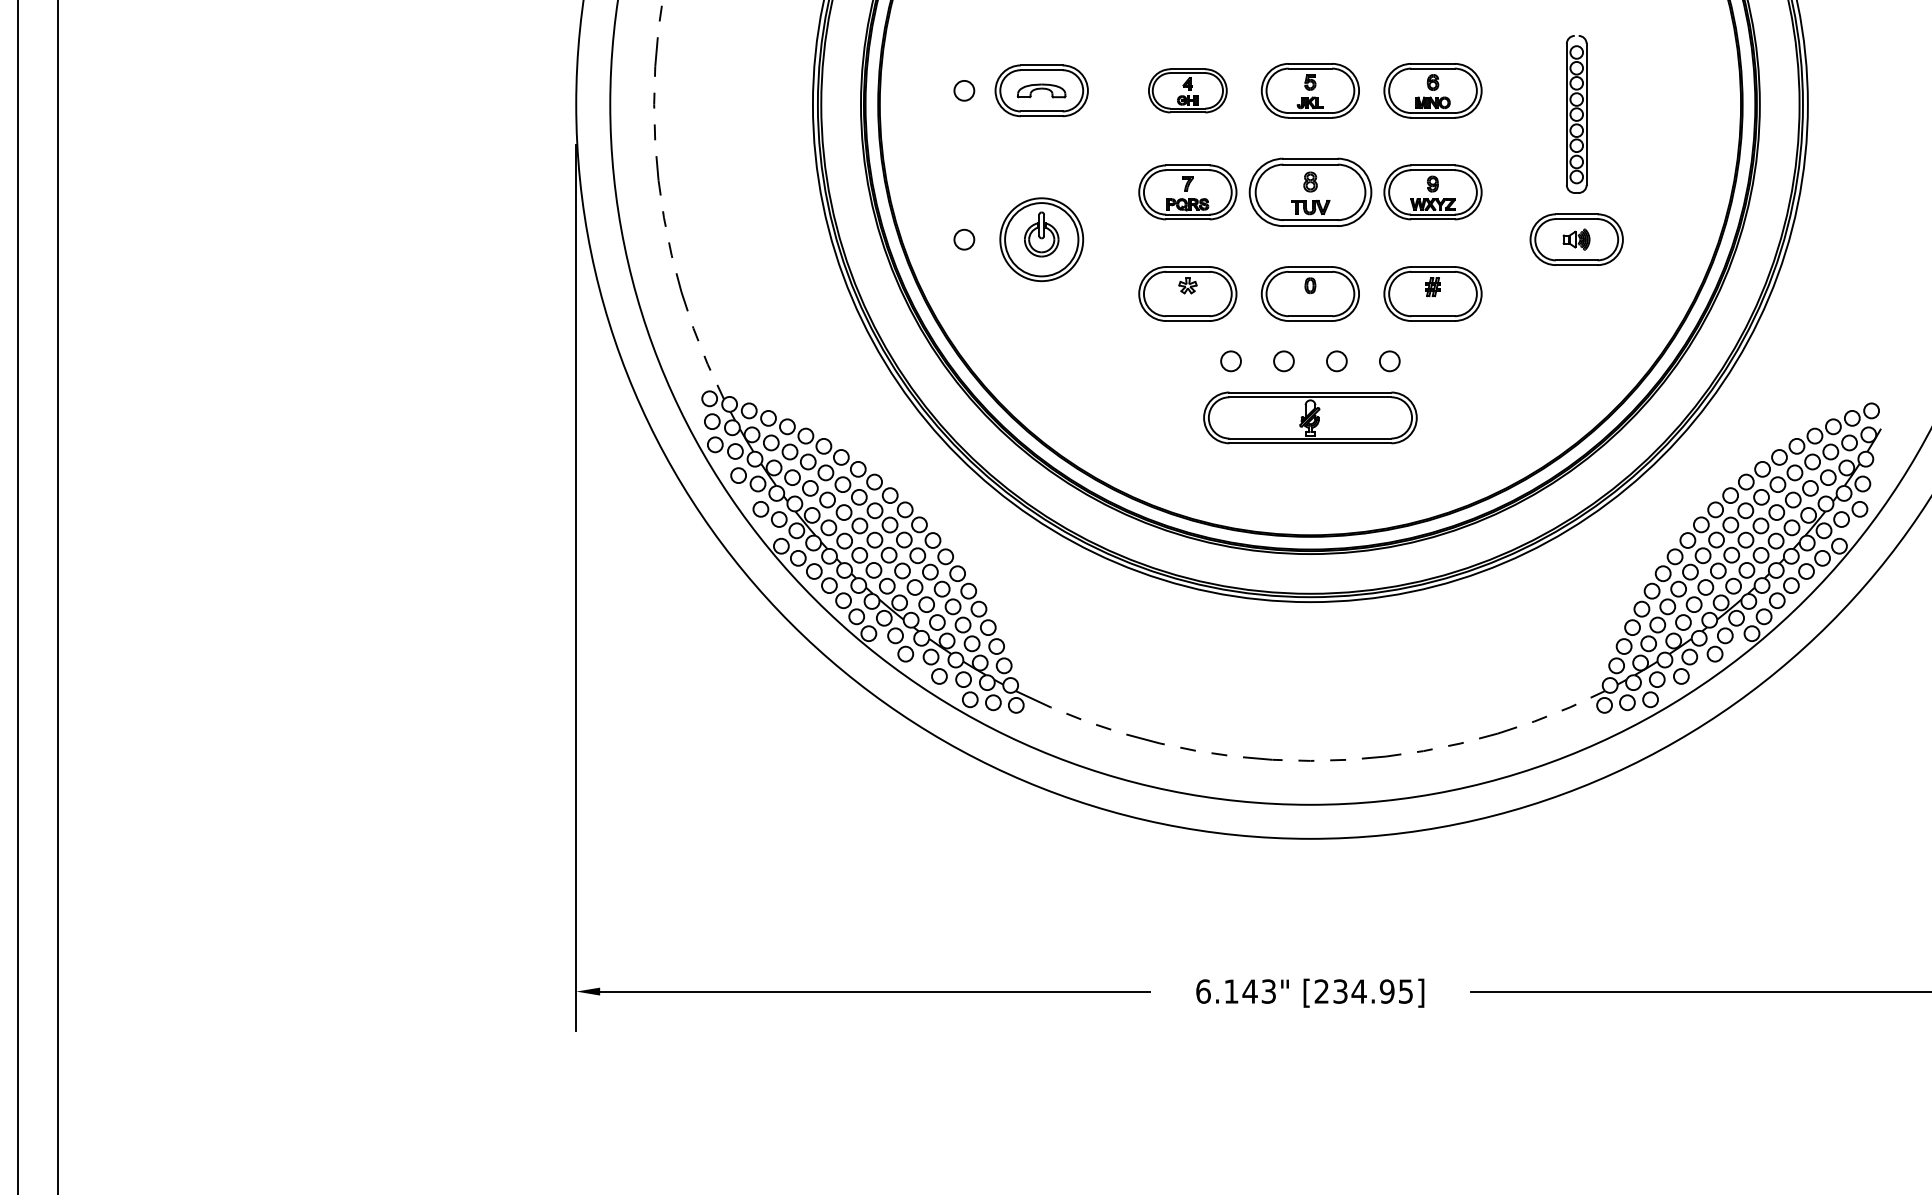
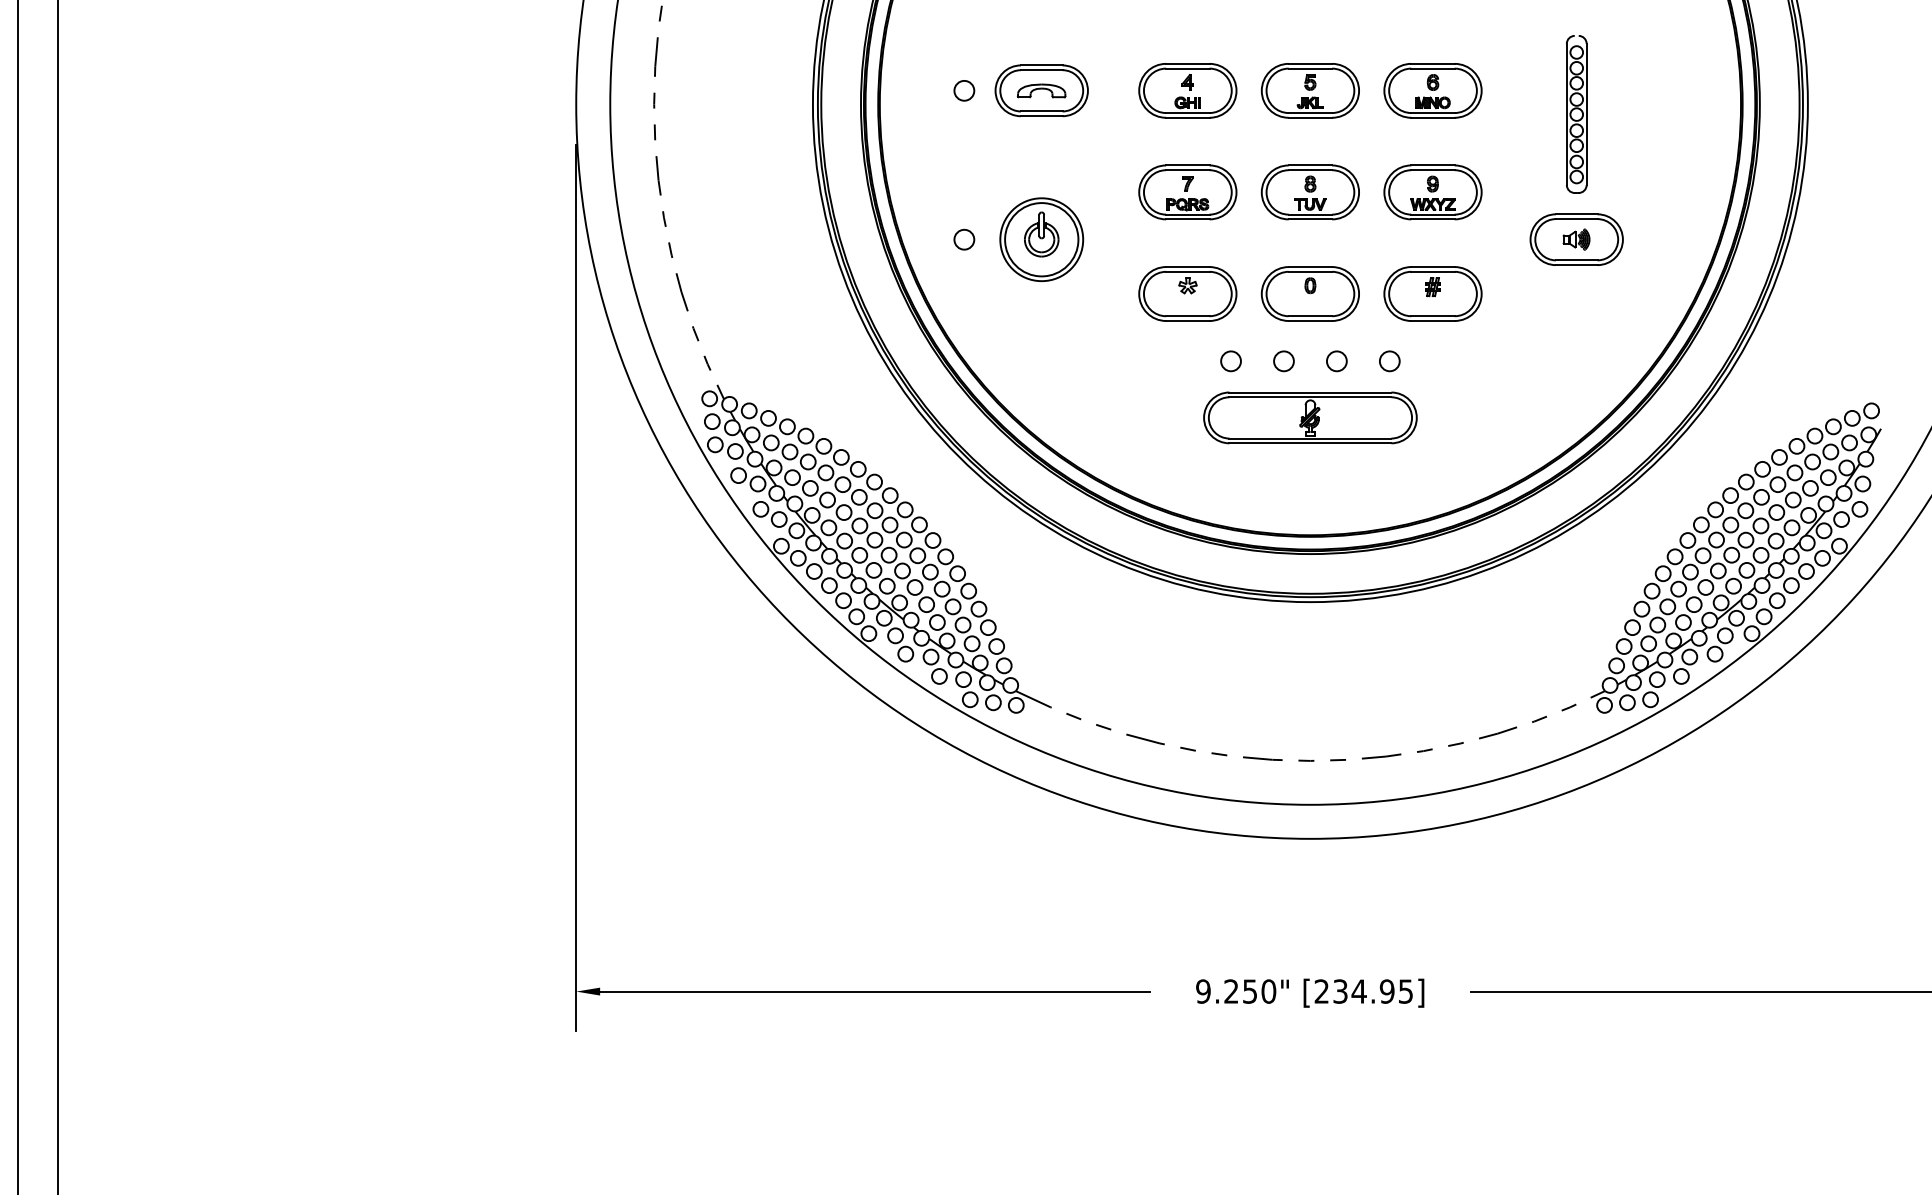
part at (1187, 90) size: 80x46 px -> 100x56 px
part at (1310, 191) size: 125x70 px -> 100x57 px
text at (1236, 991): 6.143" -> 9.250"
